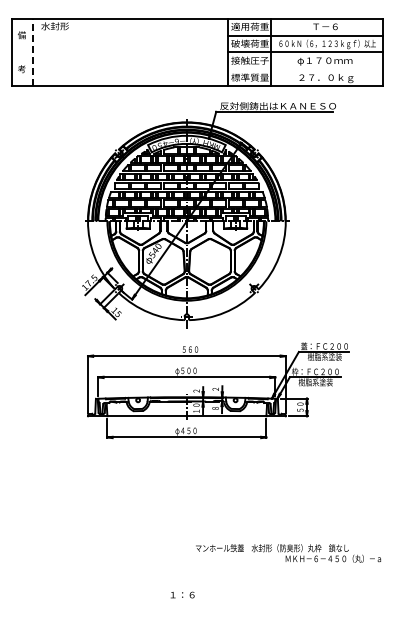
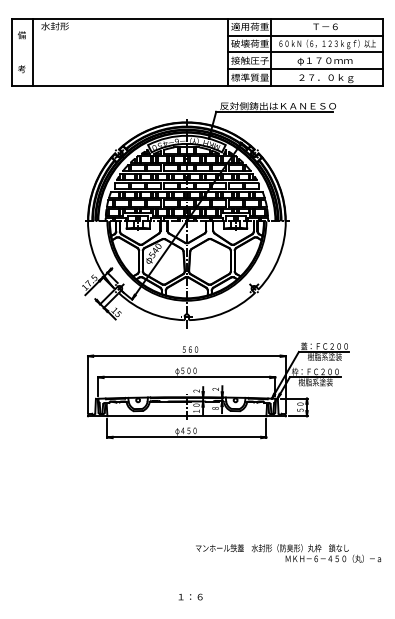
line at (33, 52): dashed -> solid
line at (305, 69): none -> present
text at (182, 594) position: (182, 594) -> (190, 596)
